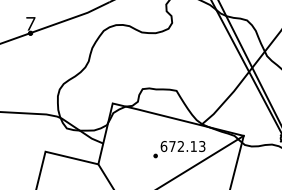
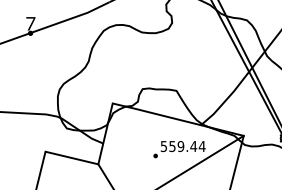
text at (182, 146): 672.13 -> 559.44
